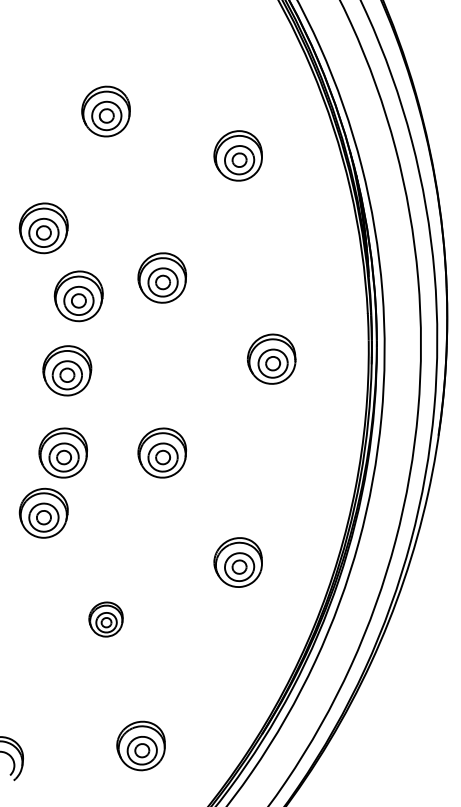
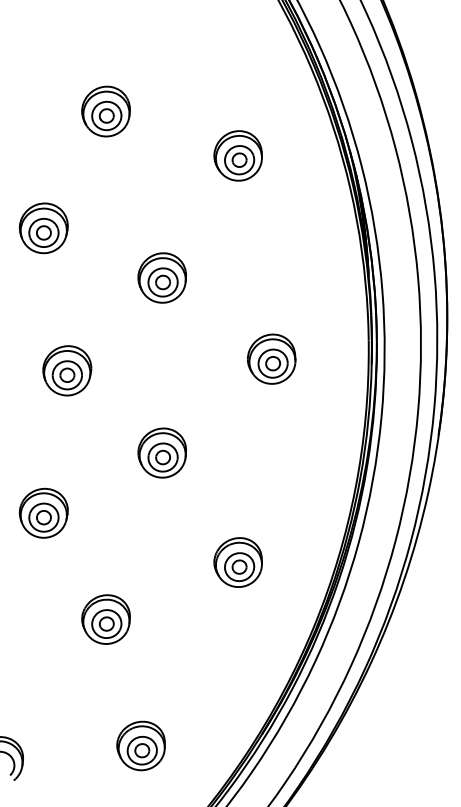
part at (78, 296): present -> none
part at (62, 452): present -> none
part at (105, 619) size: 36x37 px -> 50x51 px
